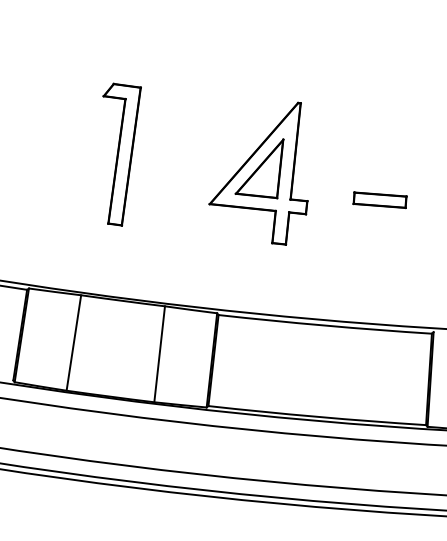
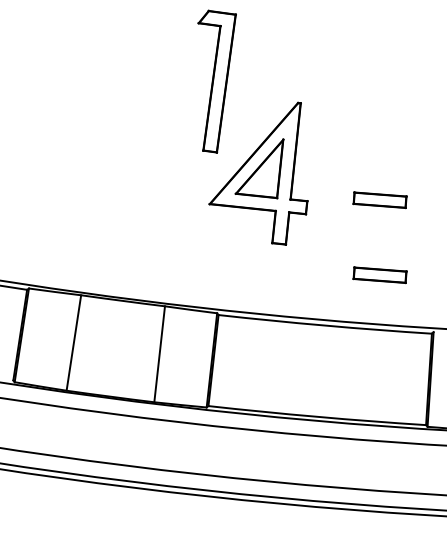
part at (121, 154) position: (121, 154) -> (216, 81)
part at (379, 275): none -> present
